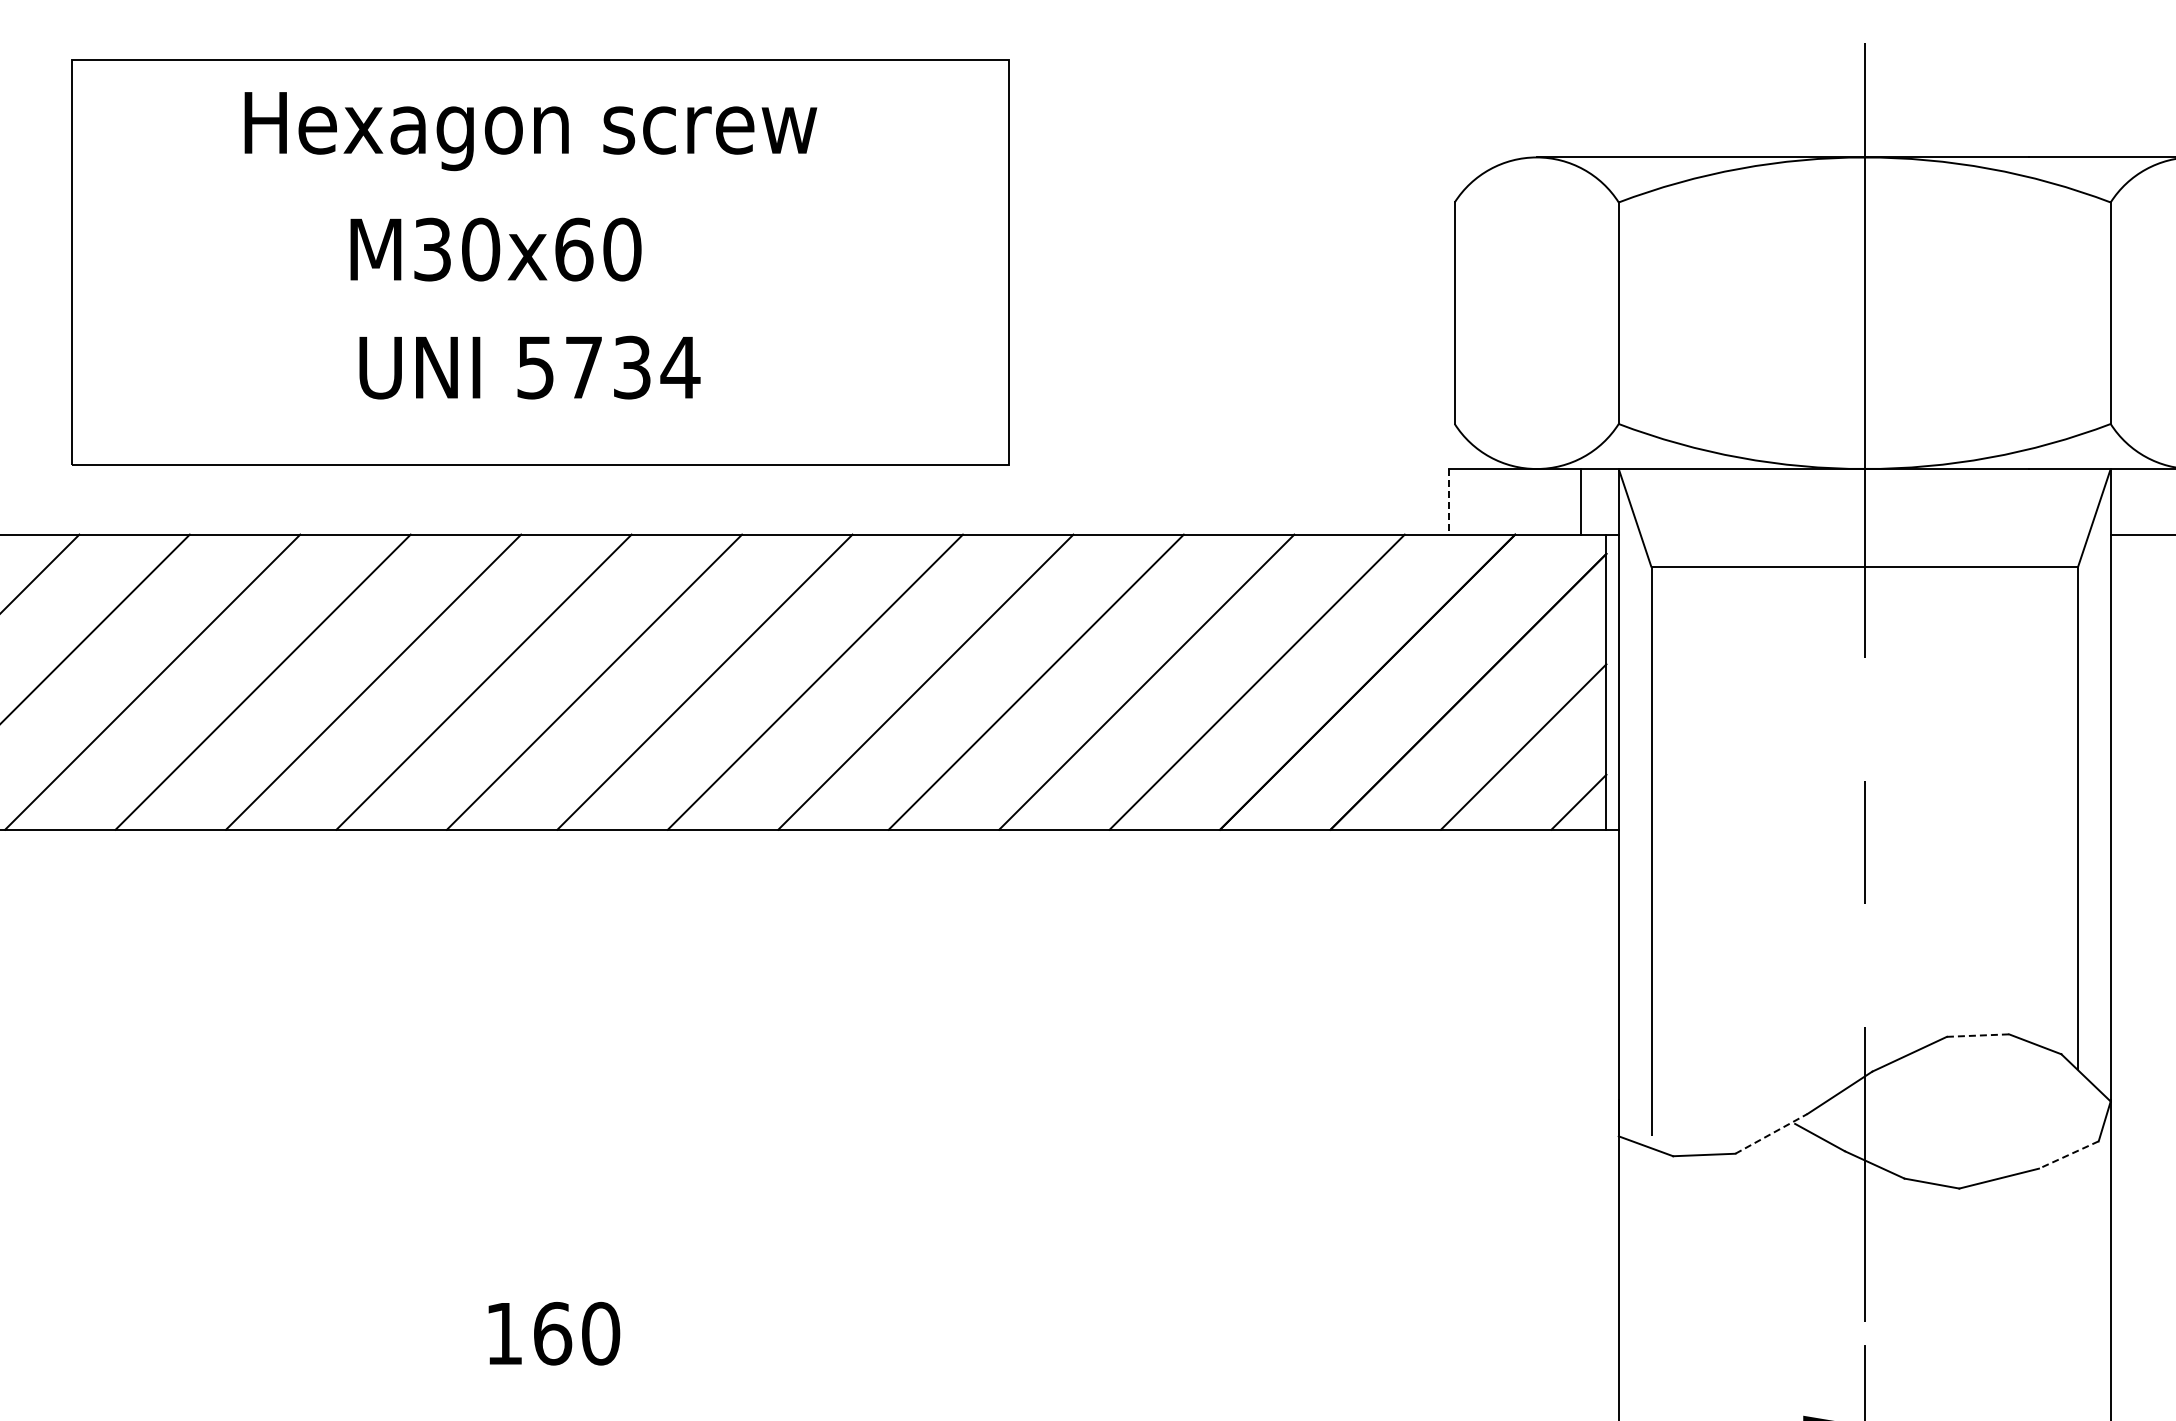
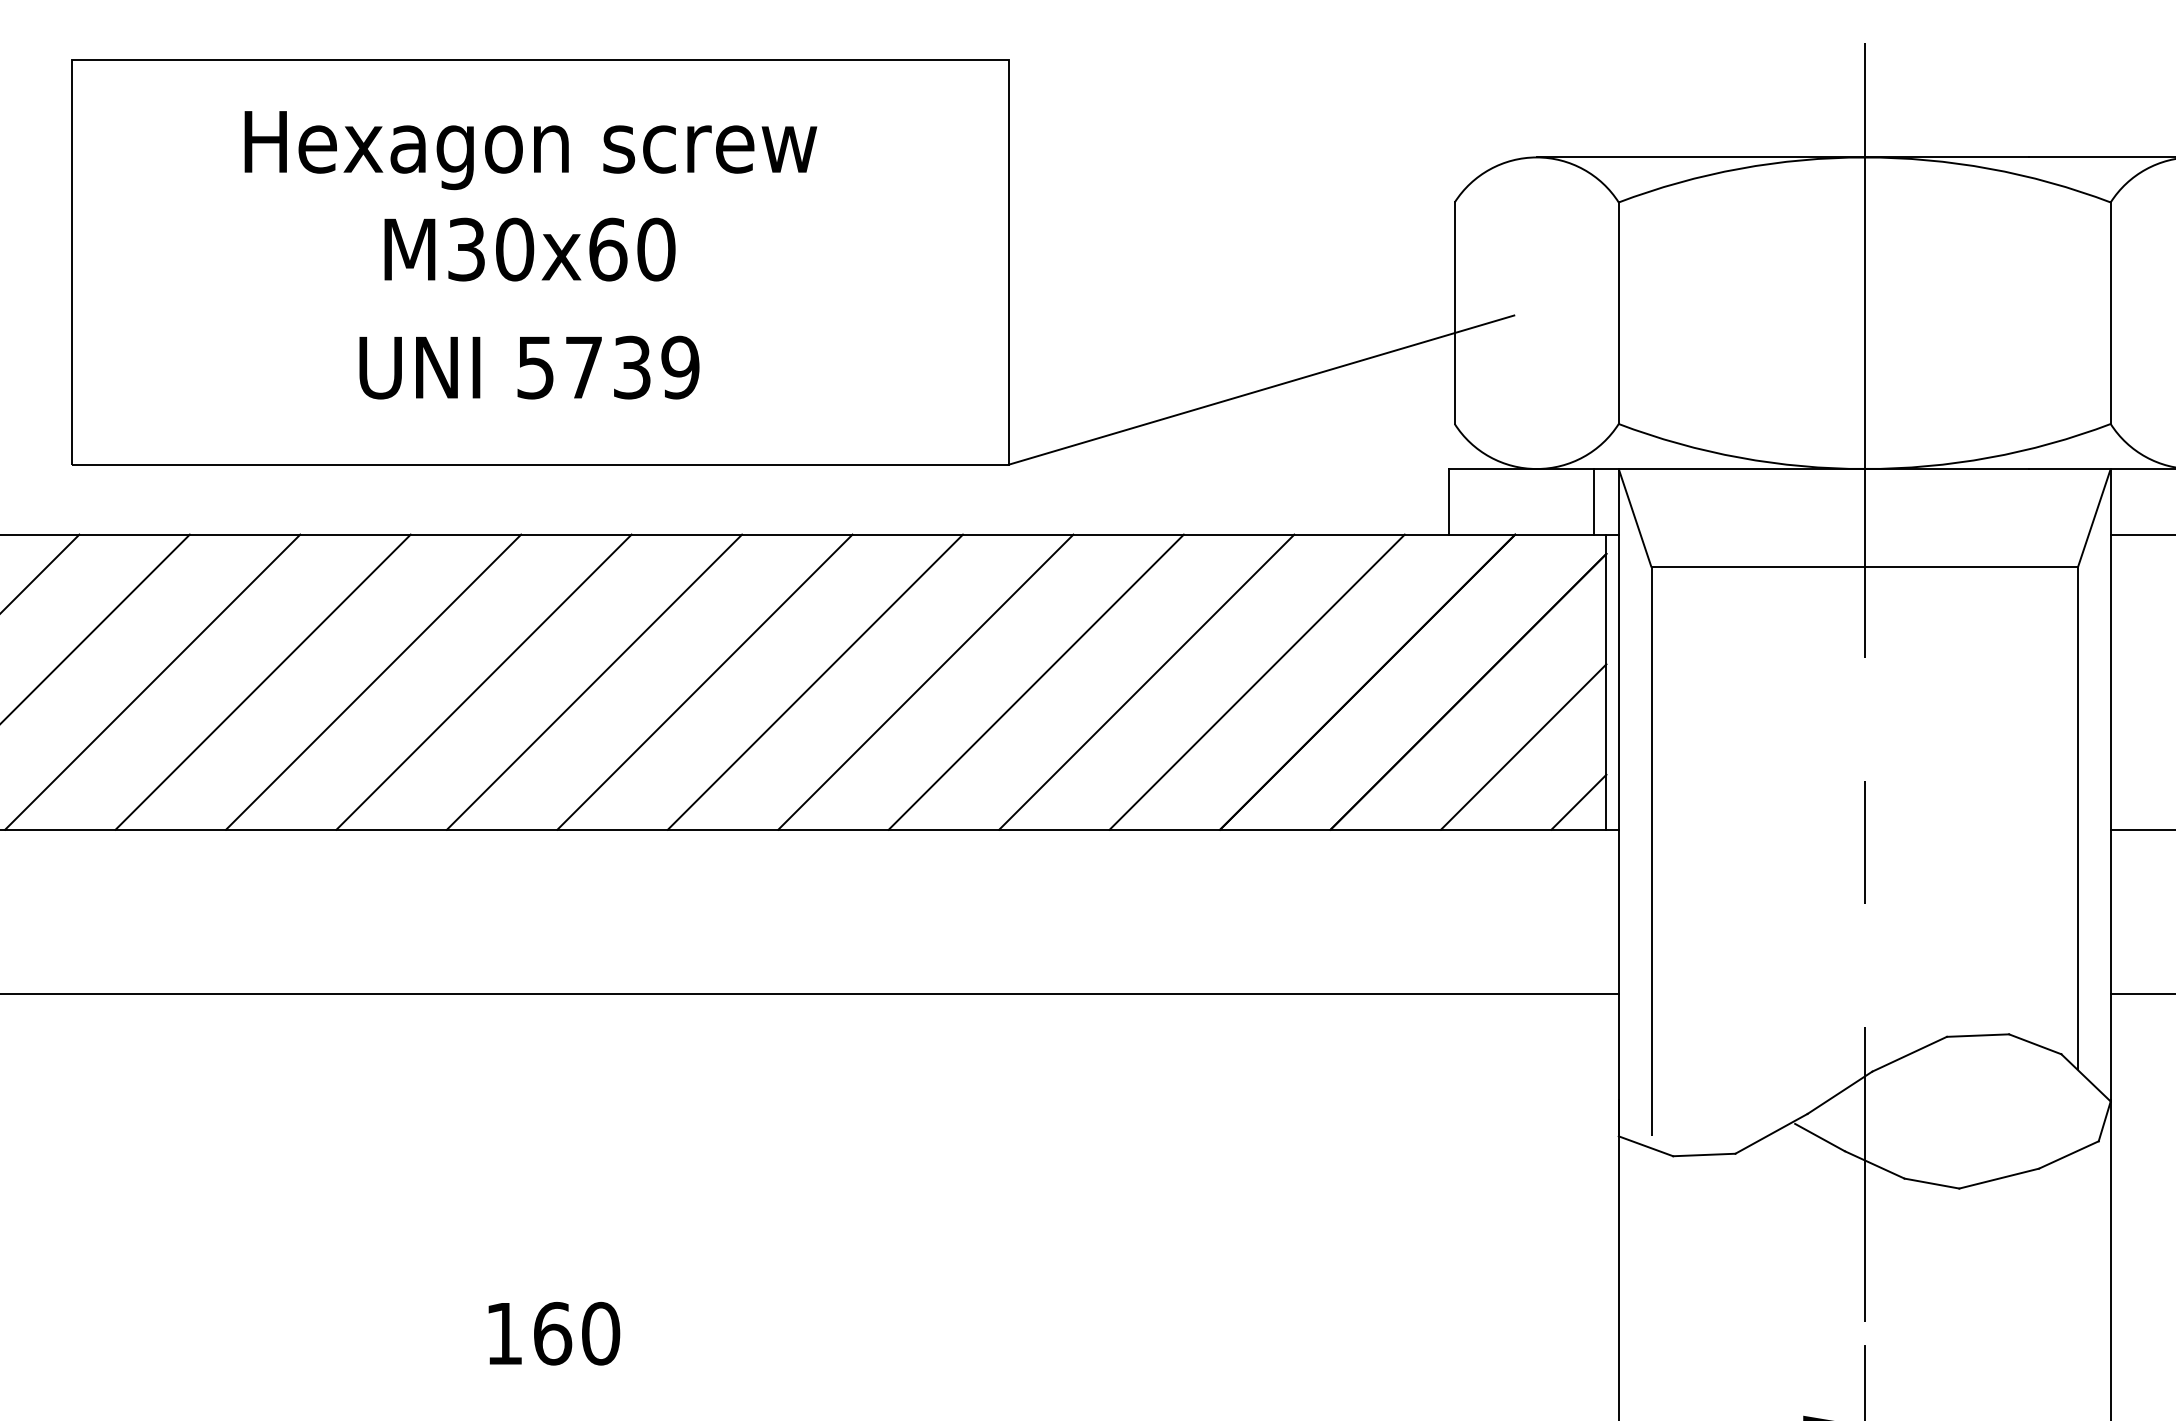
text at (530, 131) position: (530, 131) -> (530, 150)
text at (495, 249) position: (495, 249) -> (529, 249)
text at (680, 367): 5734 -> 5739
line at (1261, 389): none -> present
line at (1448, 501): dashed -> solid
line at (1581, 501) position: (1581, 501) -> (1594, 501)
line at (2141, 829): none -> present
line at (810, 993): none -> present
line at (2141, 993): none -> present
line at (1978, 1035): dashed -> solid
line at (1771, 1133): dashed -> solid
line at (2068, 1154): dashed -> solid
